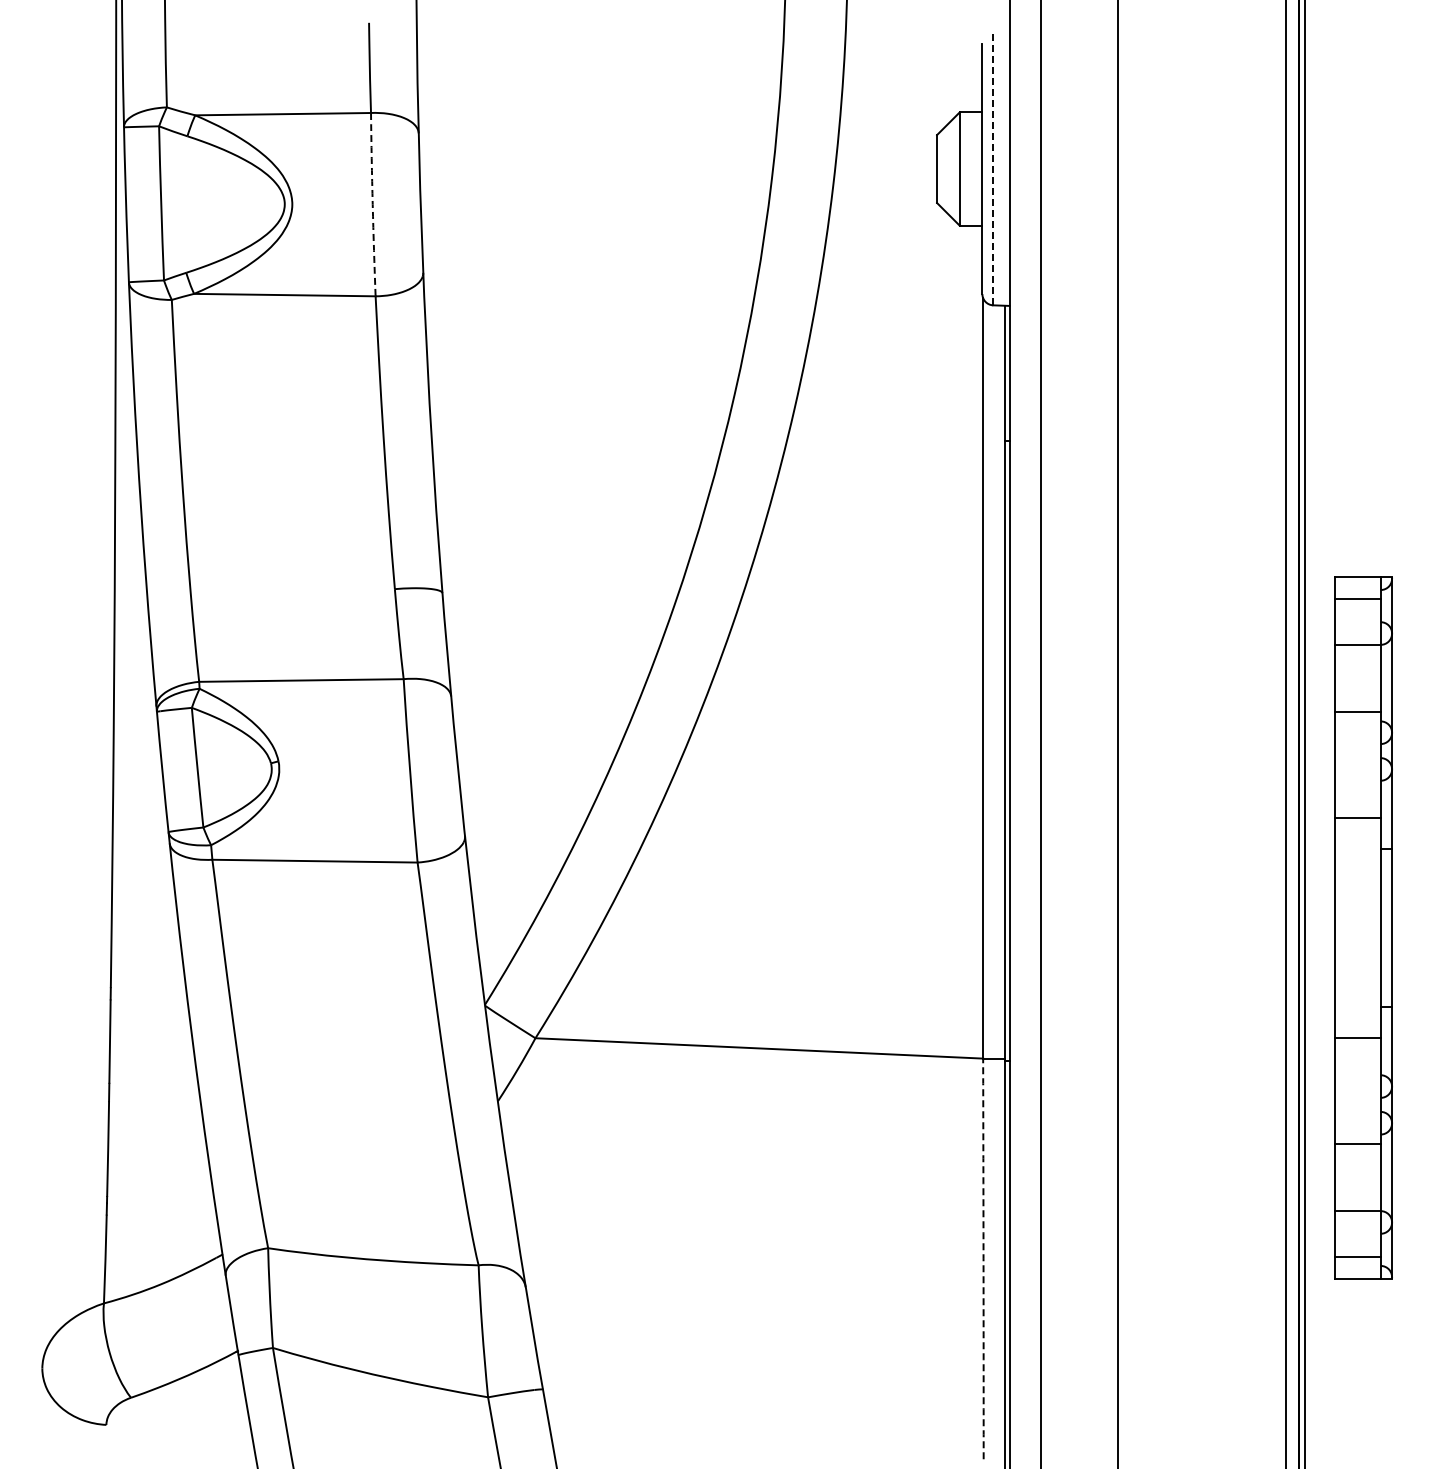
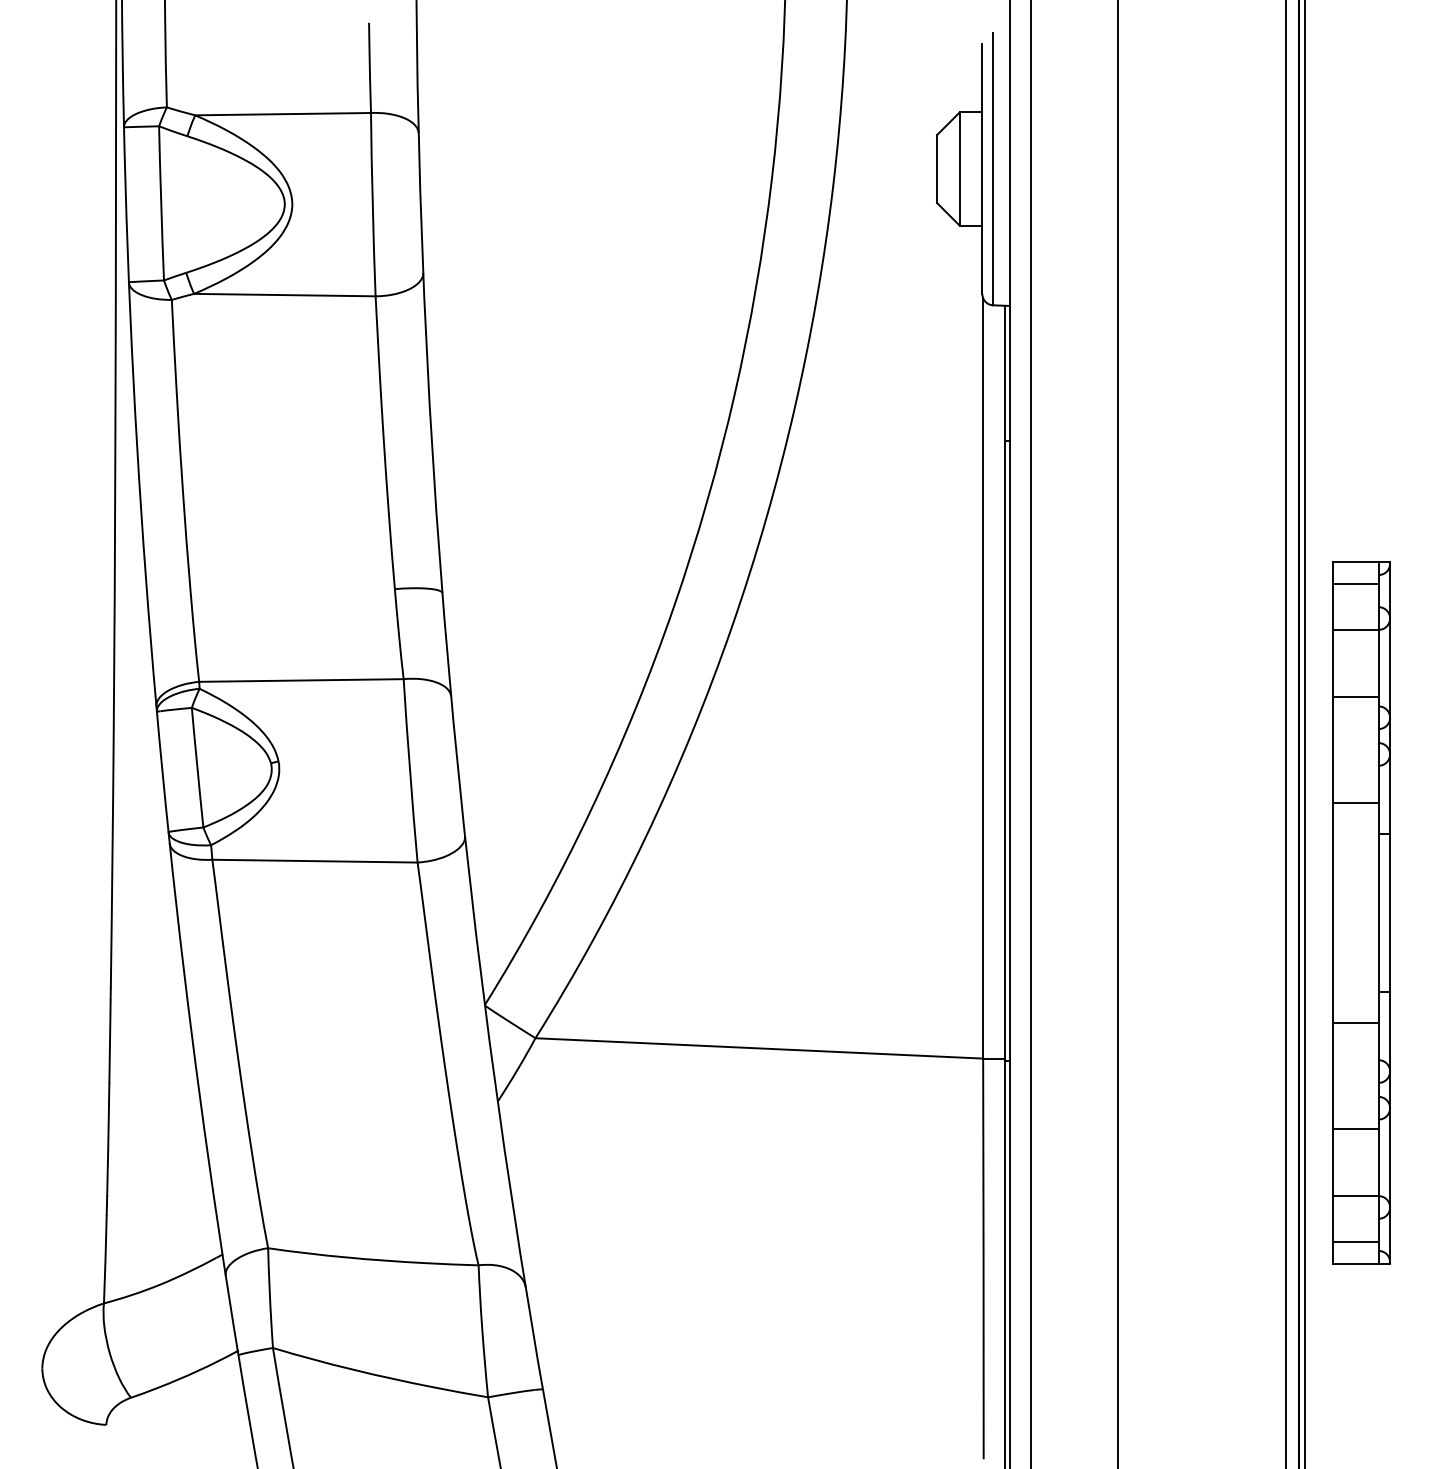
line at (993, 168): dashed -> solid
arc at (372, 204): dashed -> solid
line at (1041, 733) position: (1041, 733) -> (1031, 733)
part at (1363, 927) position: (1363, 927) -> (1361, 912)
arc at (983, 1258): dashed -> solid
